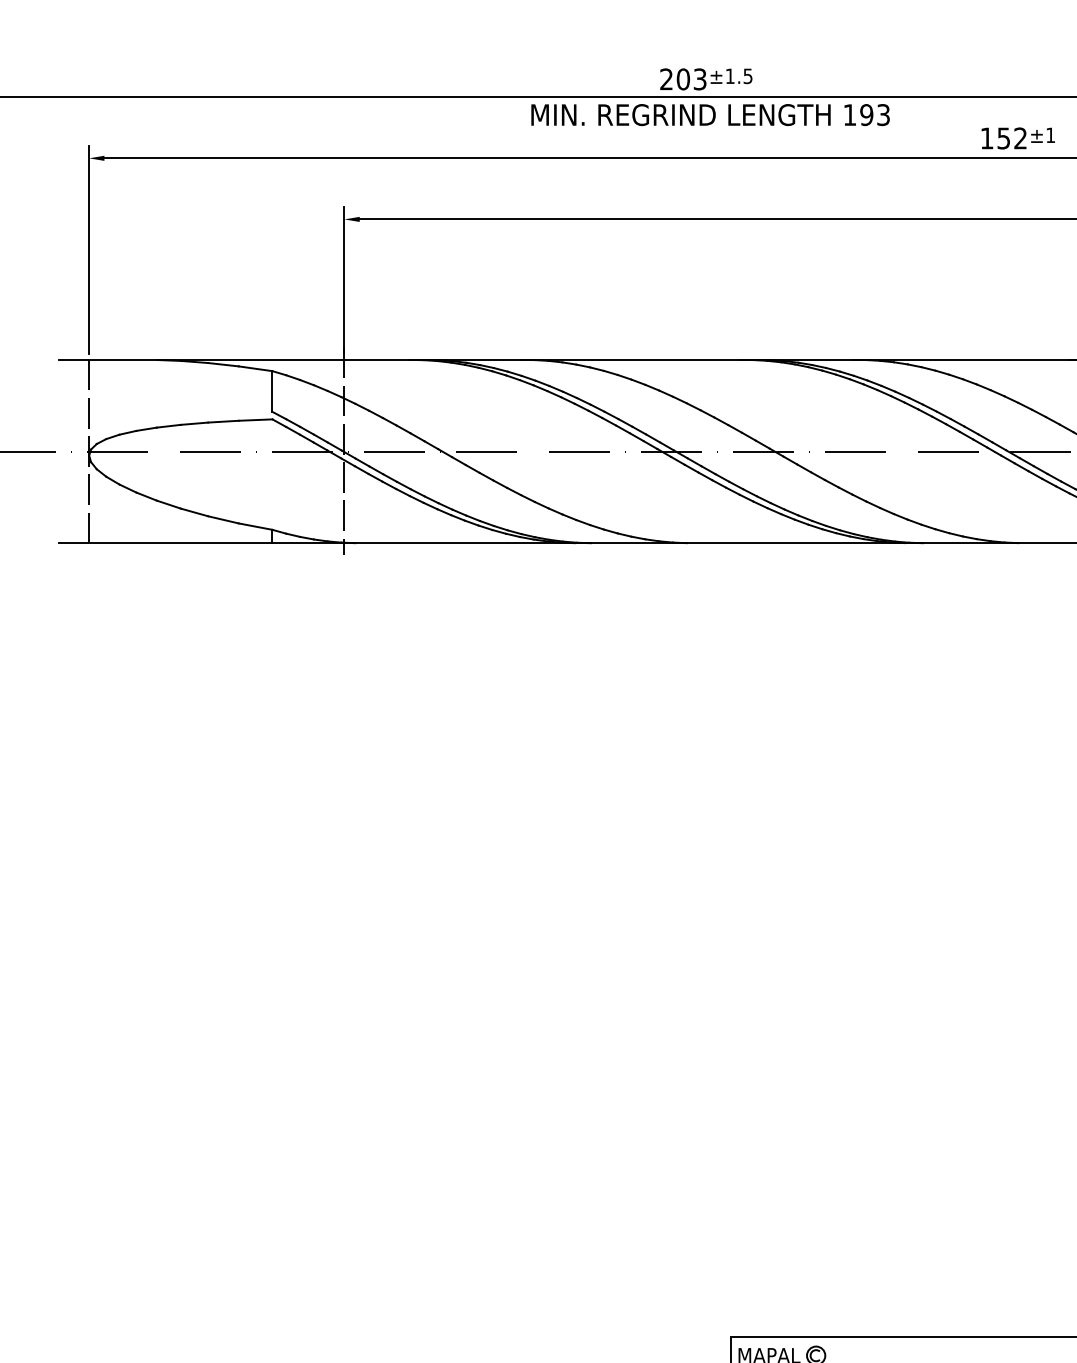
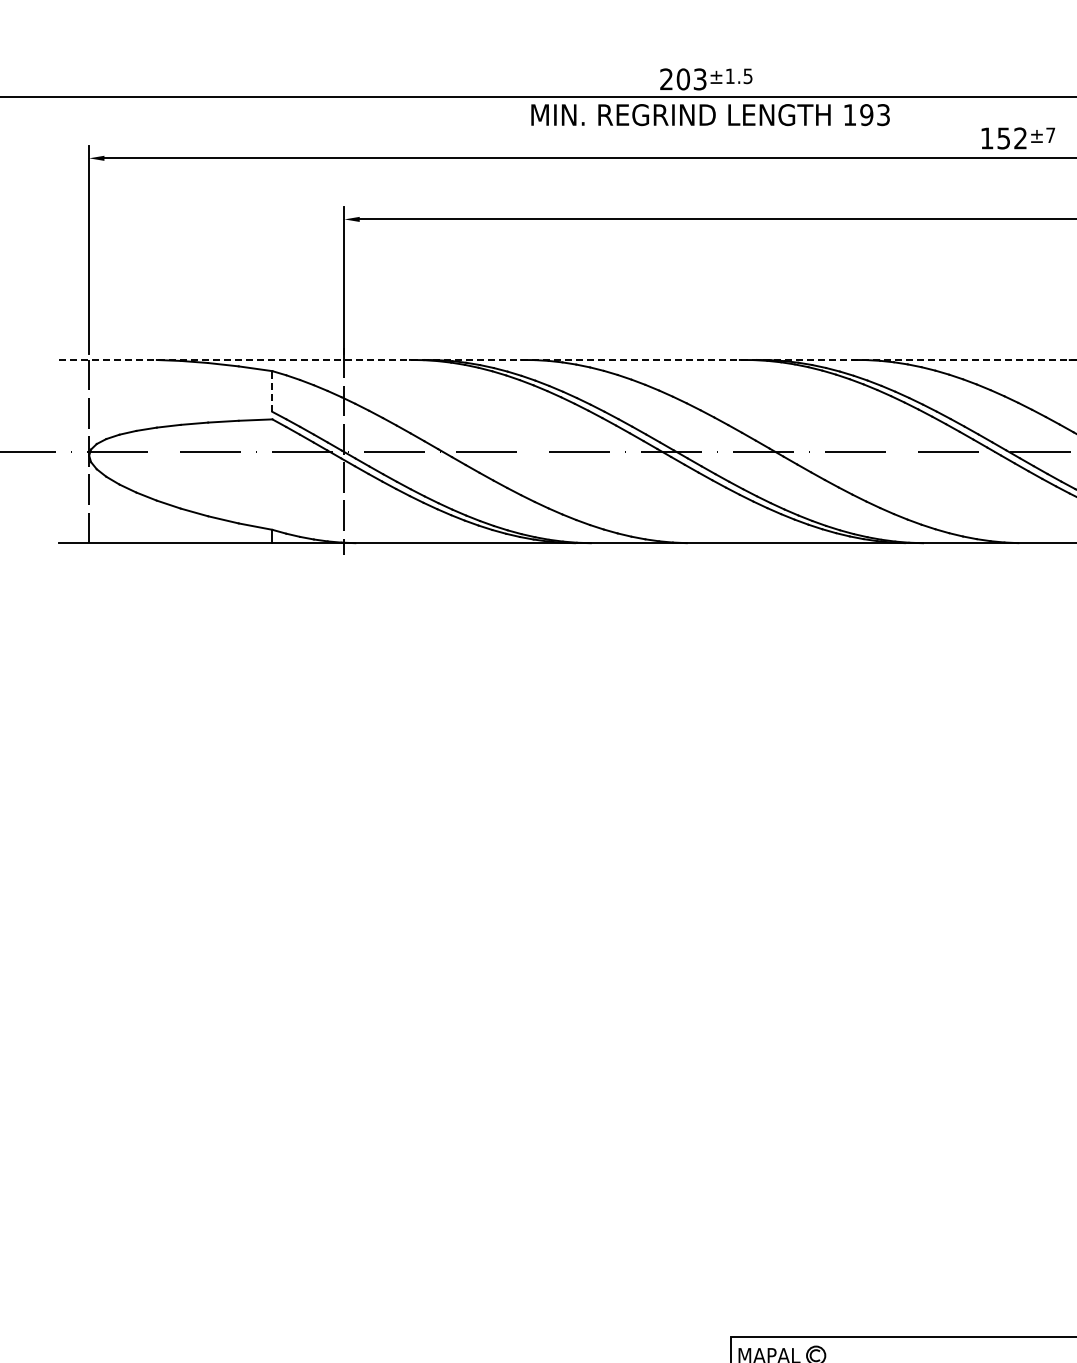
text at (1050, 134): ±1 -> ±7
line at (567, 359): solid -> dashed
line at (272, 391): solid -> dashed
